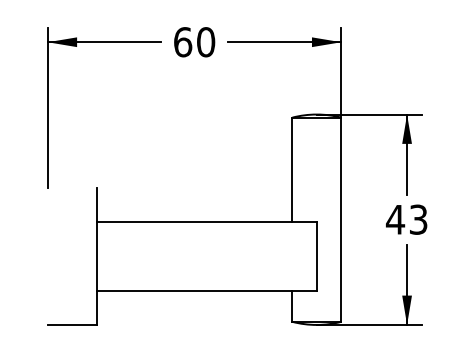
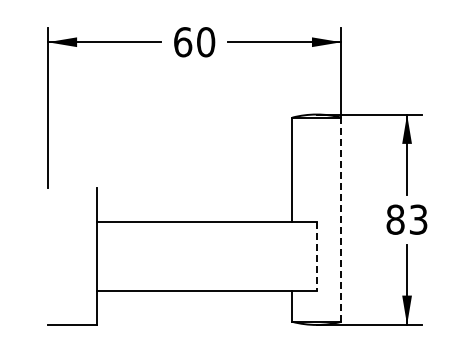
line at (341, 219): solid -> dashed
text at (395, 219): 43 -> 83
line at (316, 256): solid -> dashed
